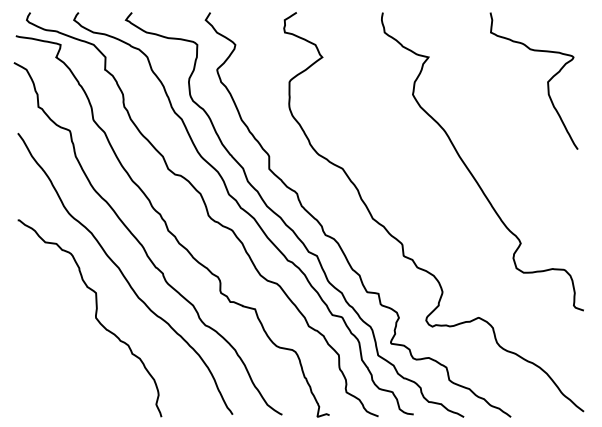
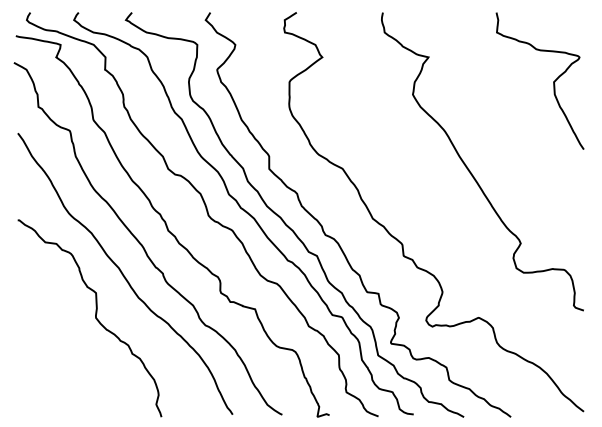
curve at (547, 81) position: (547, 81) -> (553, 81)
